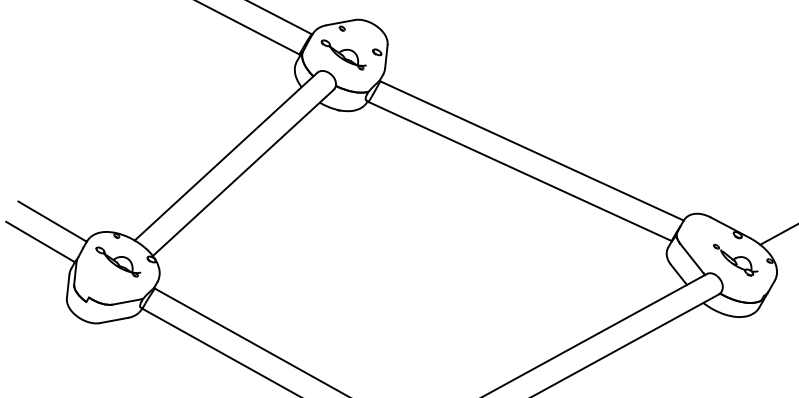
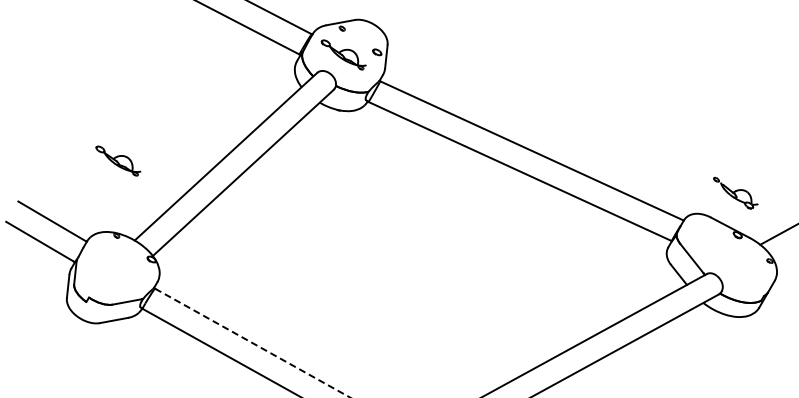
part at (735, 259) position: (735, 259) -> (735, 192)
part at (118, 261) position: (118, 261) -> (118, 160)
line at (252, 343): solid -> dashed
